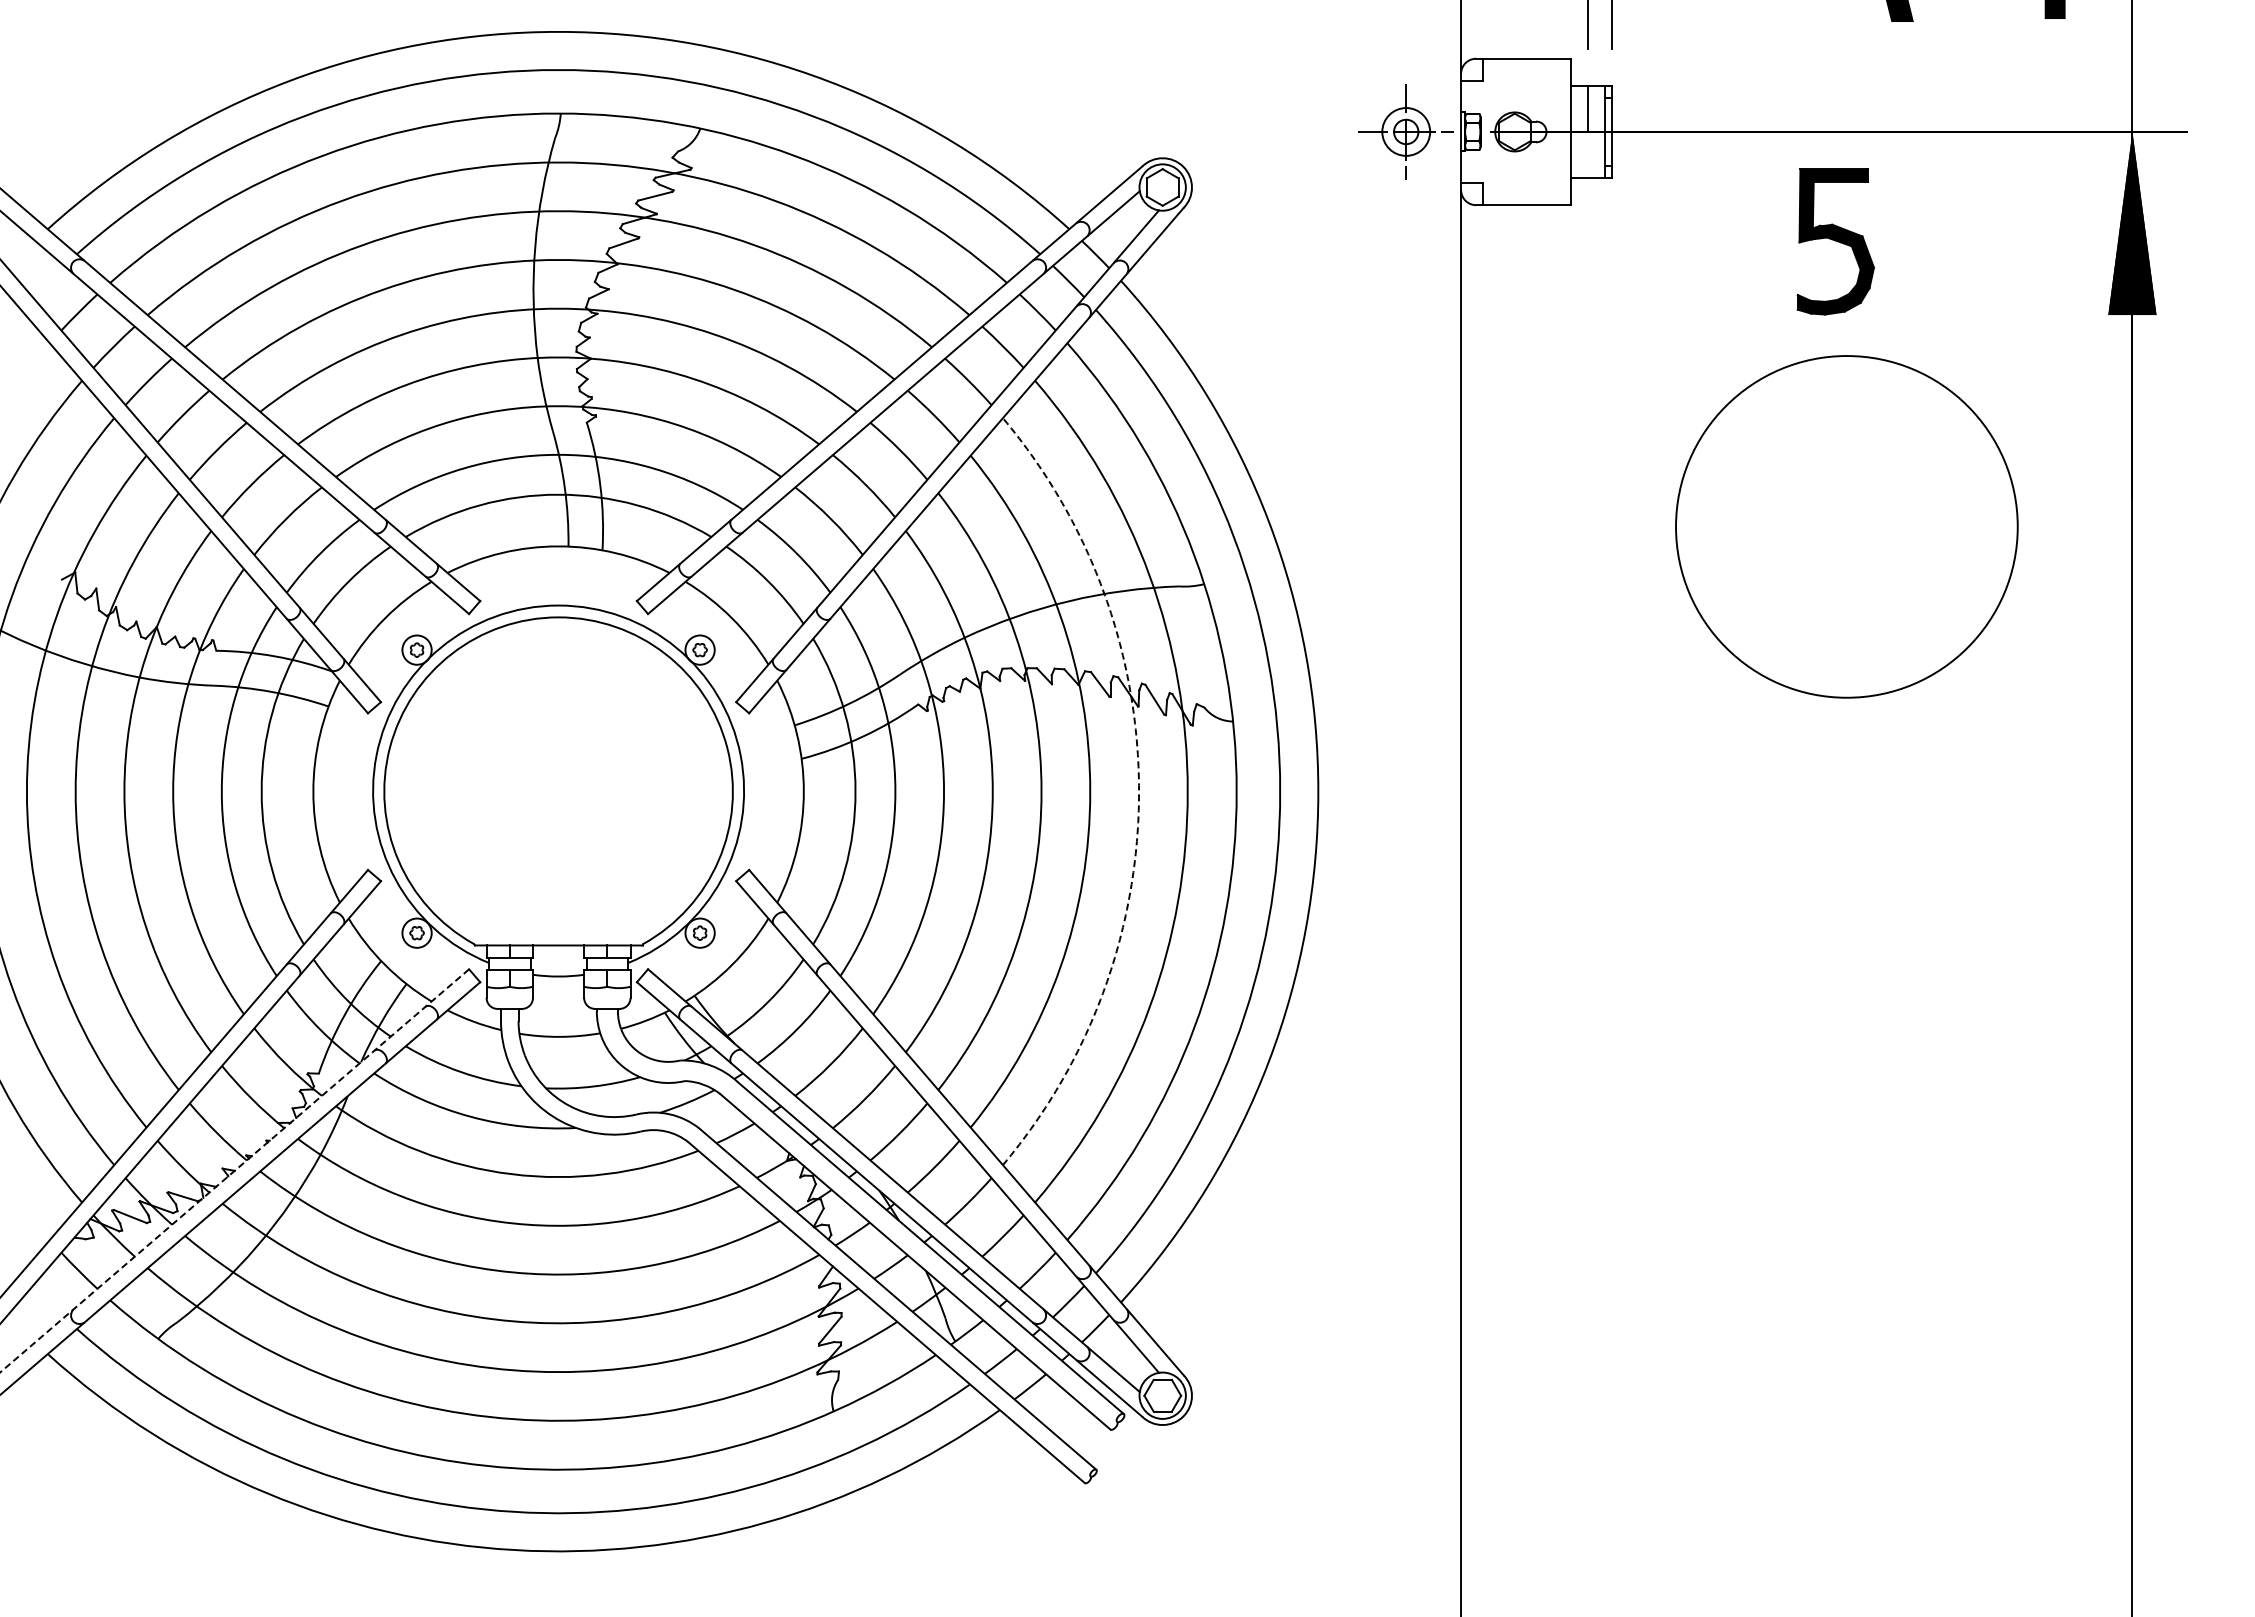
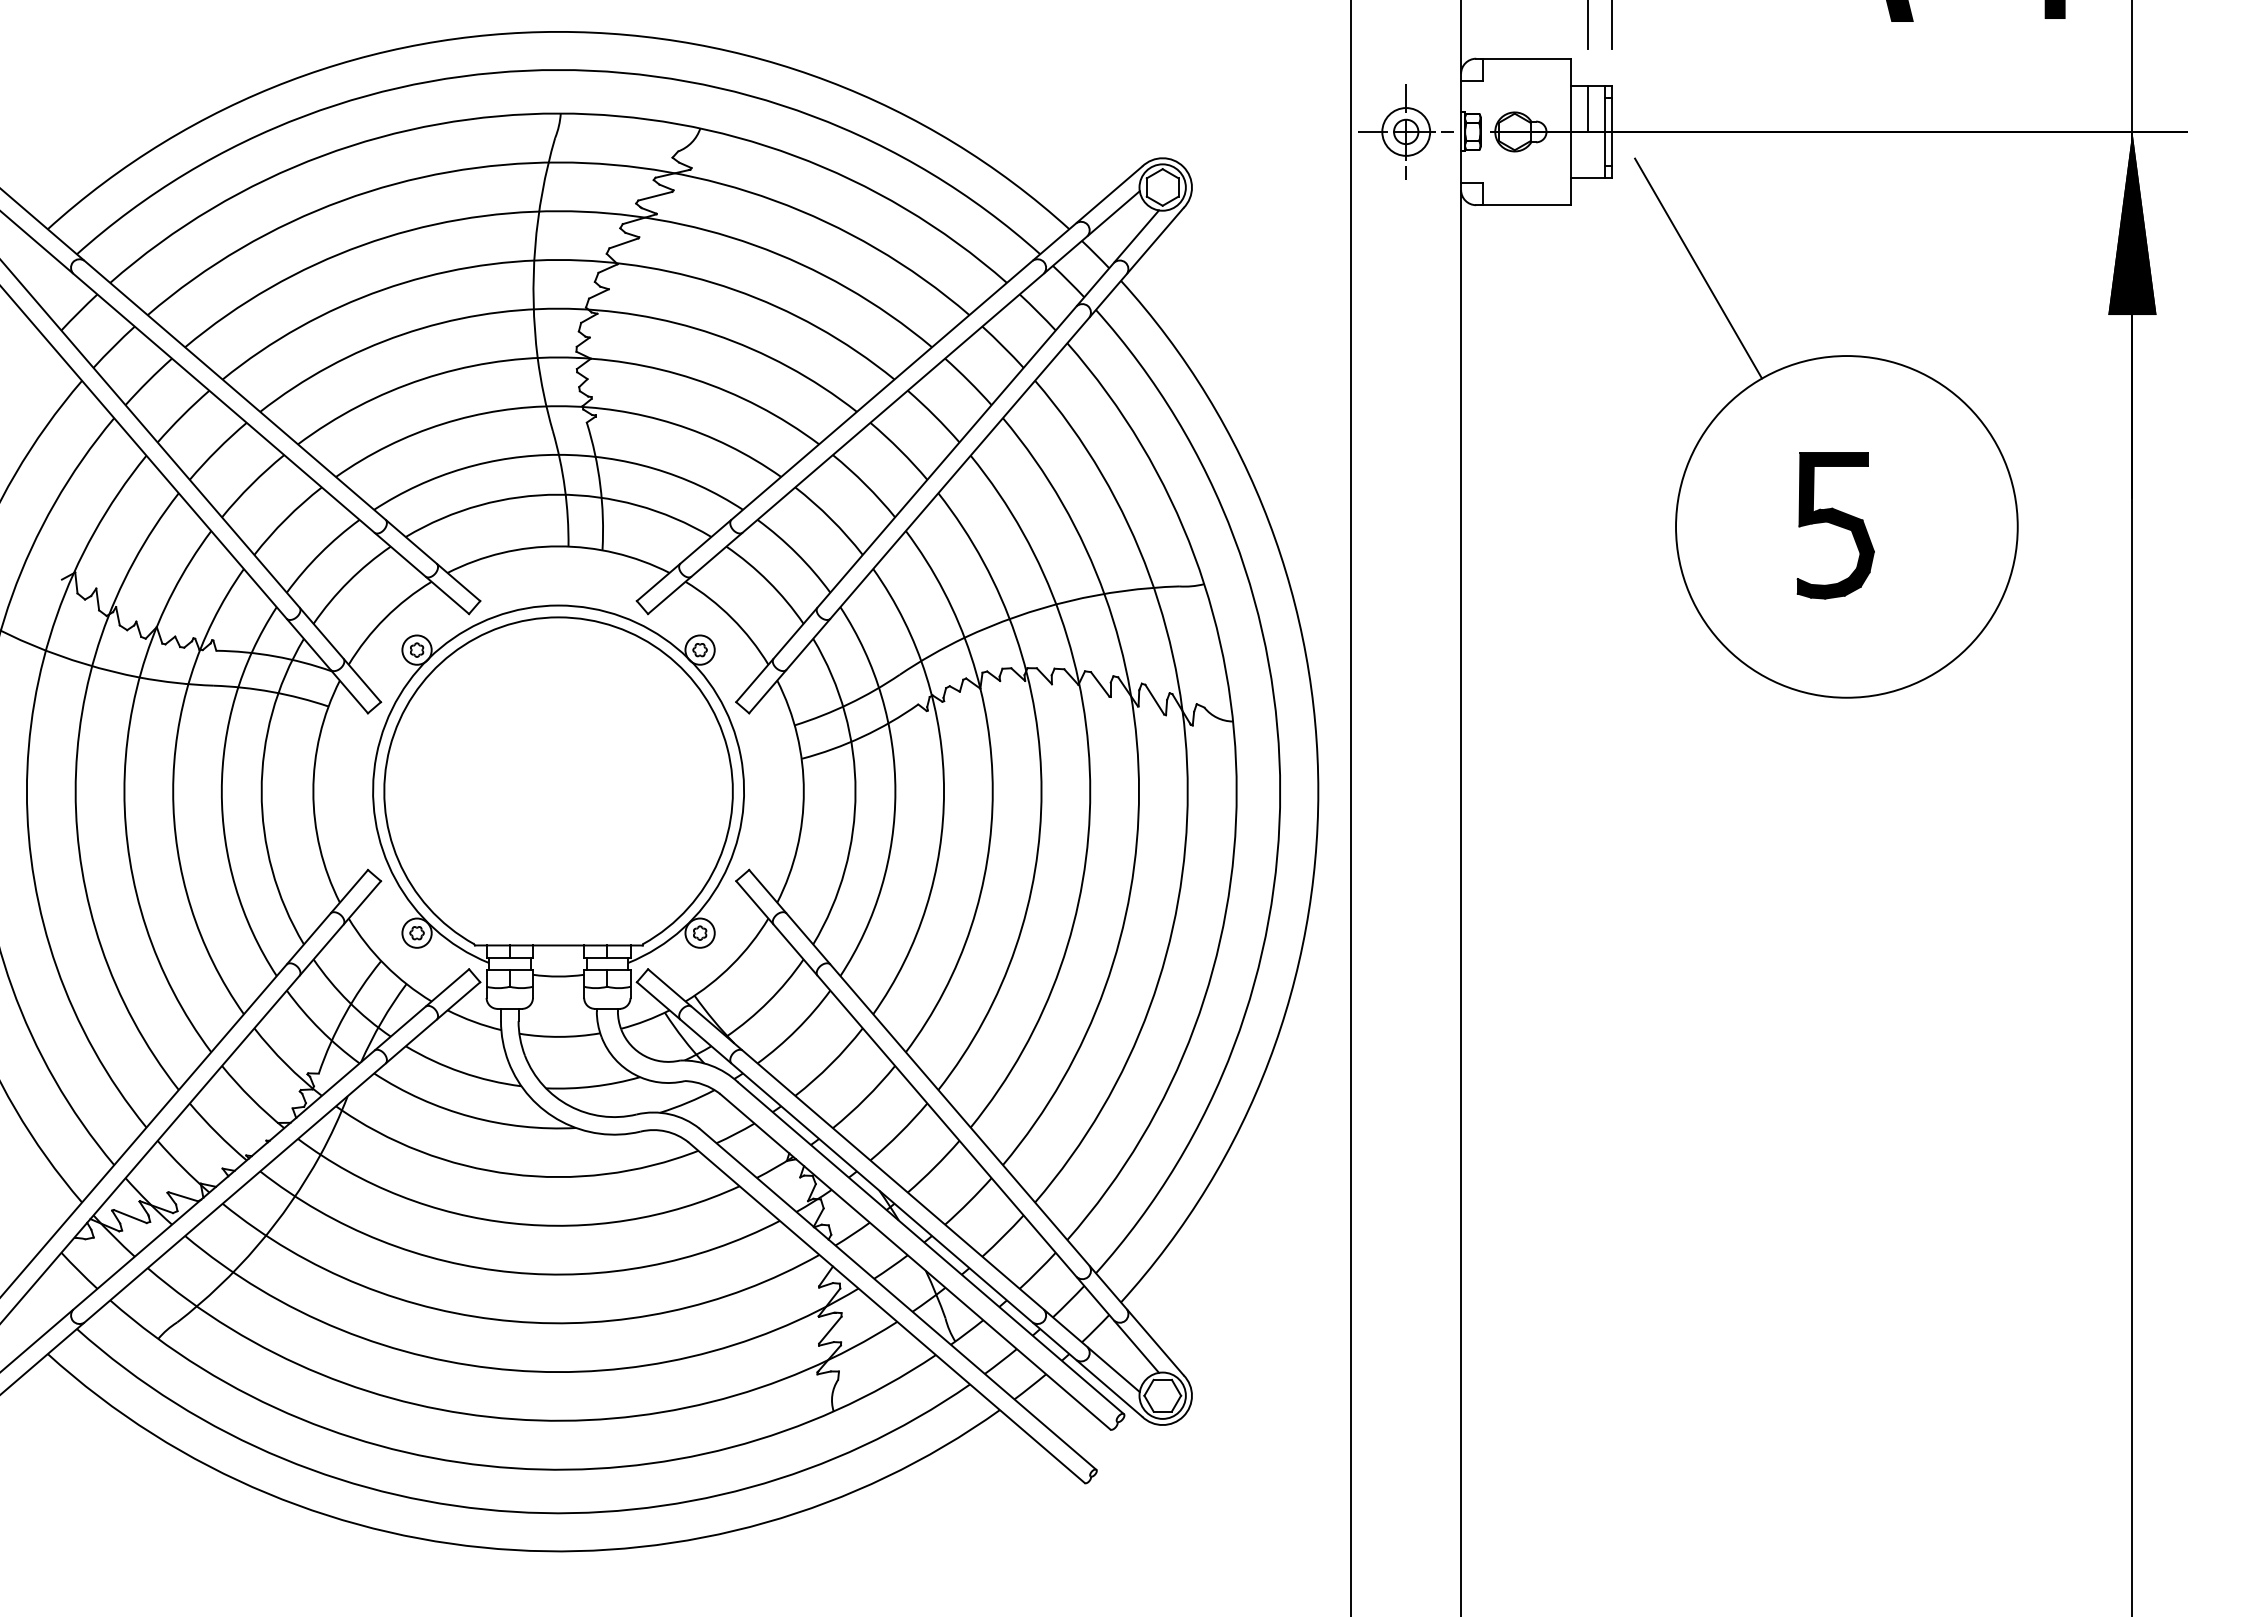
part at (1835, 241) position: (1835, 241) -> (1835, 525)
line at (1698, 268): none -> present
arc at (1139, 791): dashed -> solid
line at (1350, 807): none -> present
line at (234, 1171): dashed -> solid
